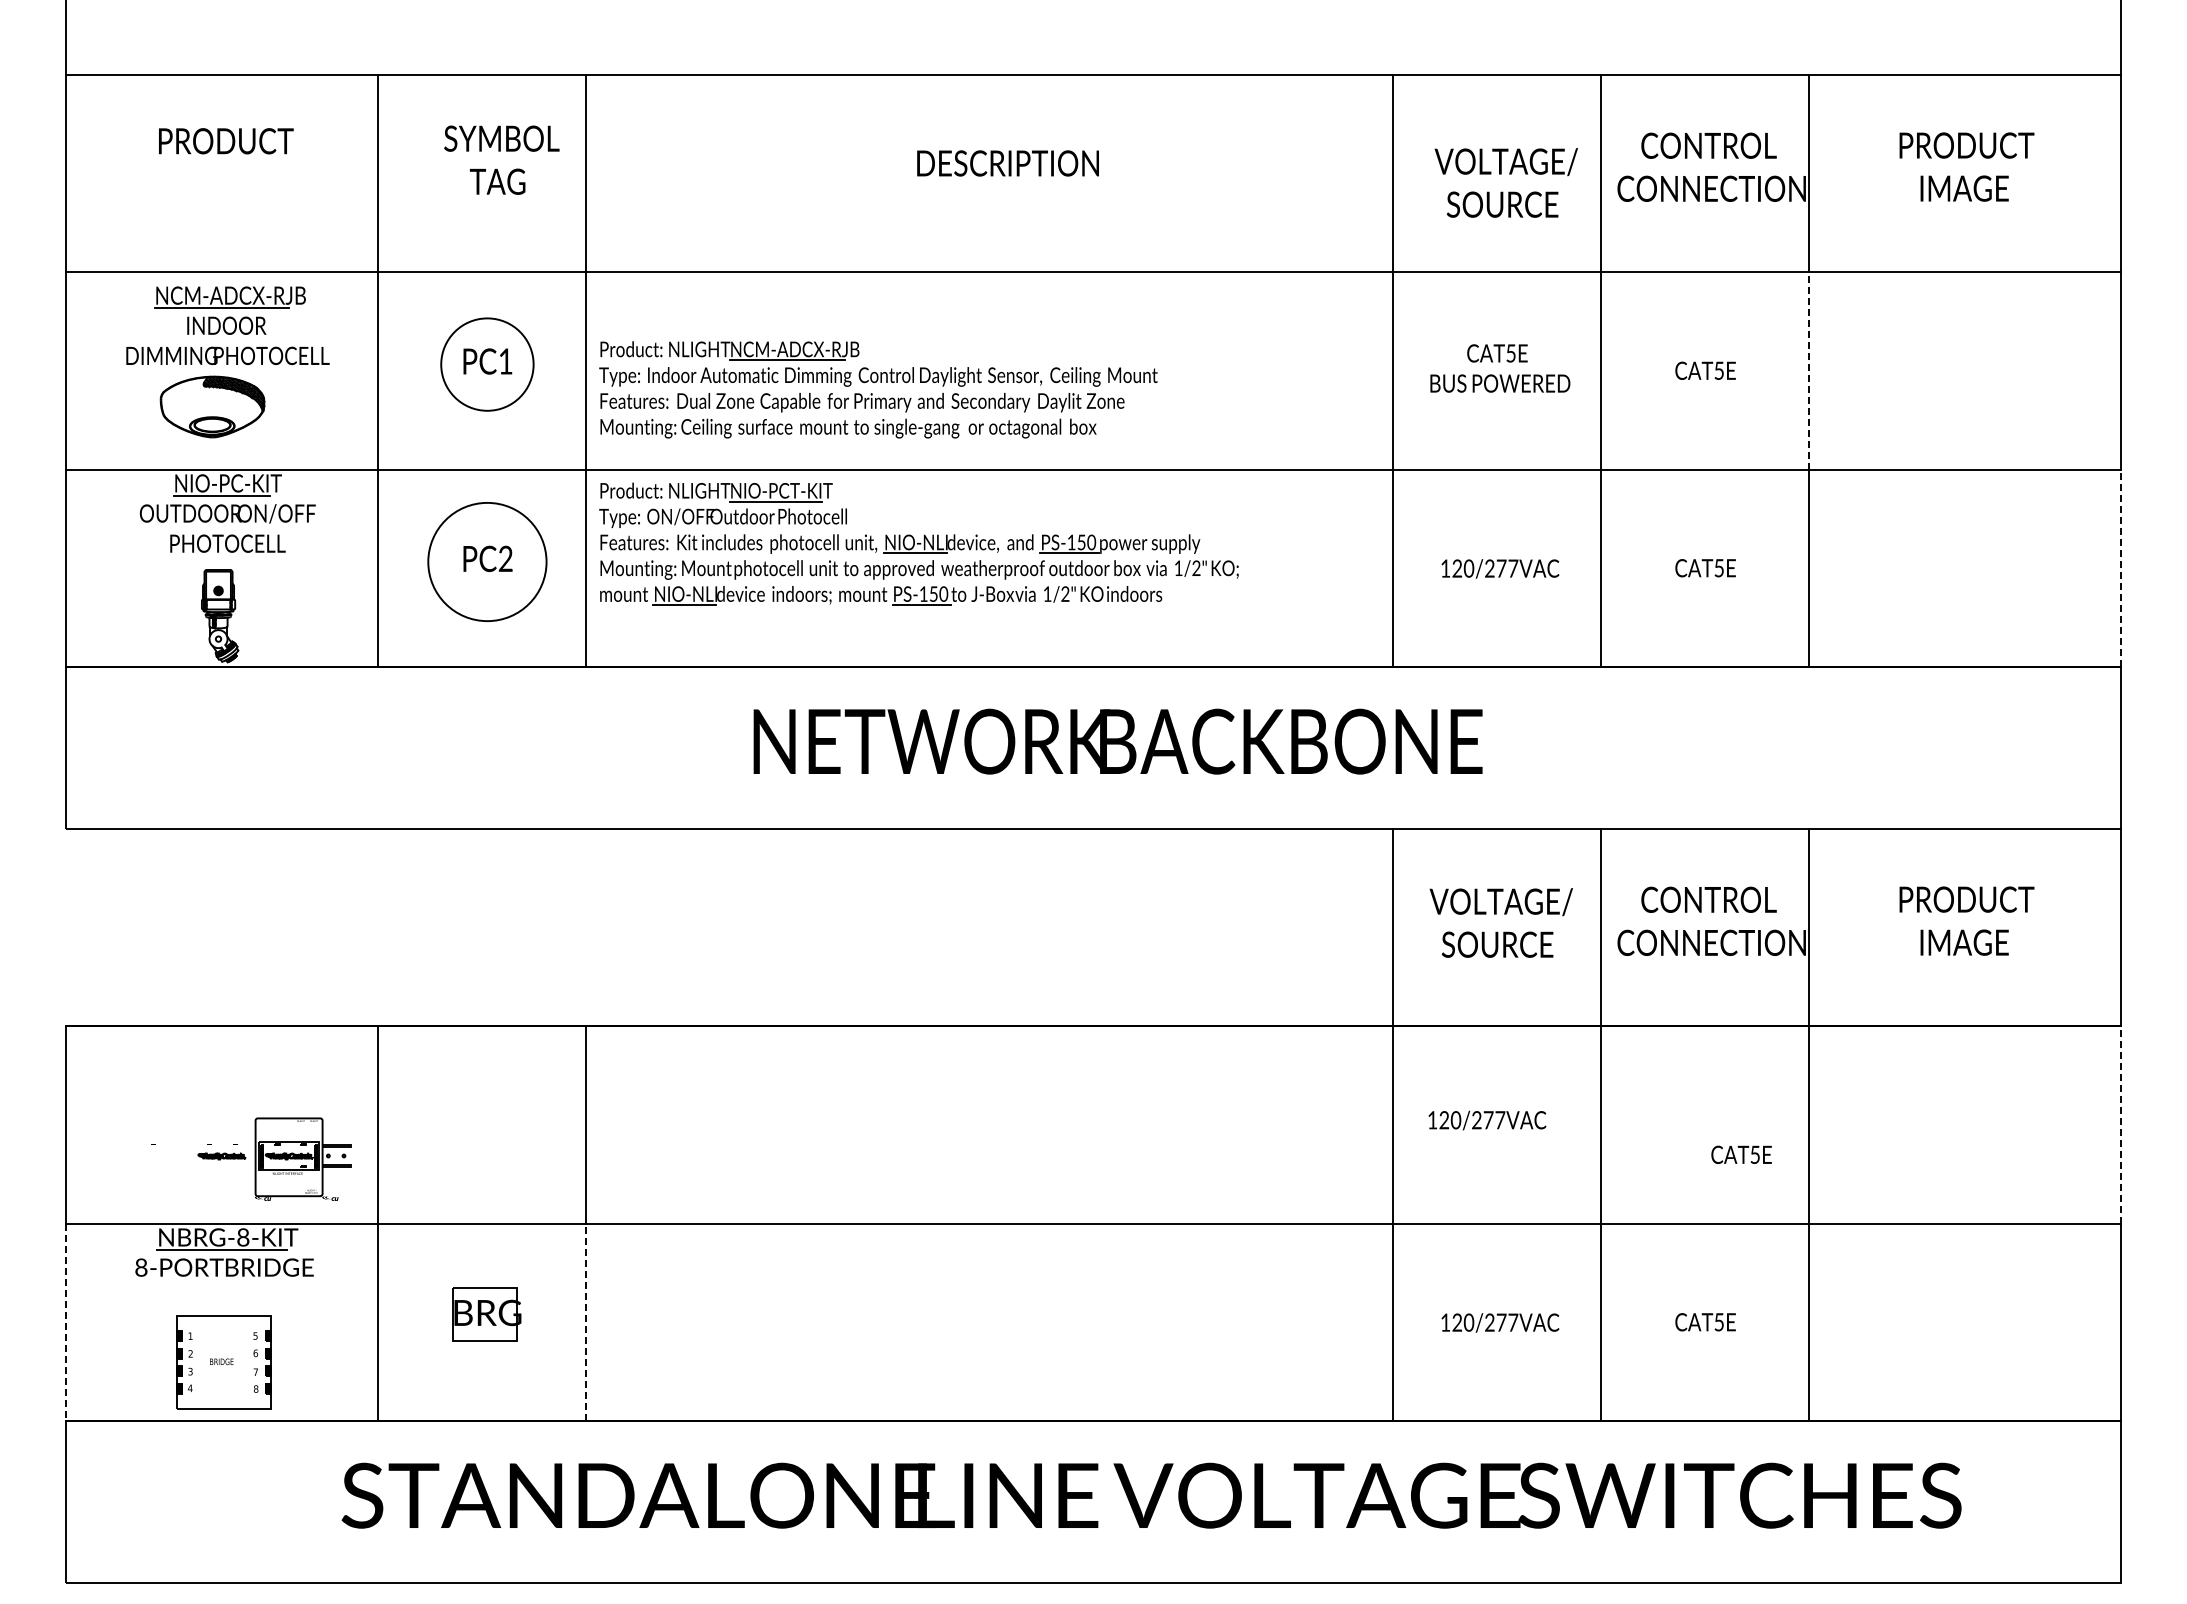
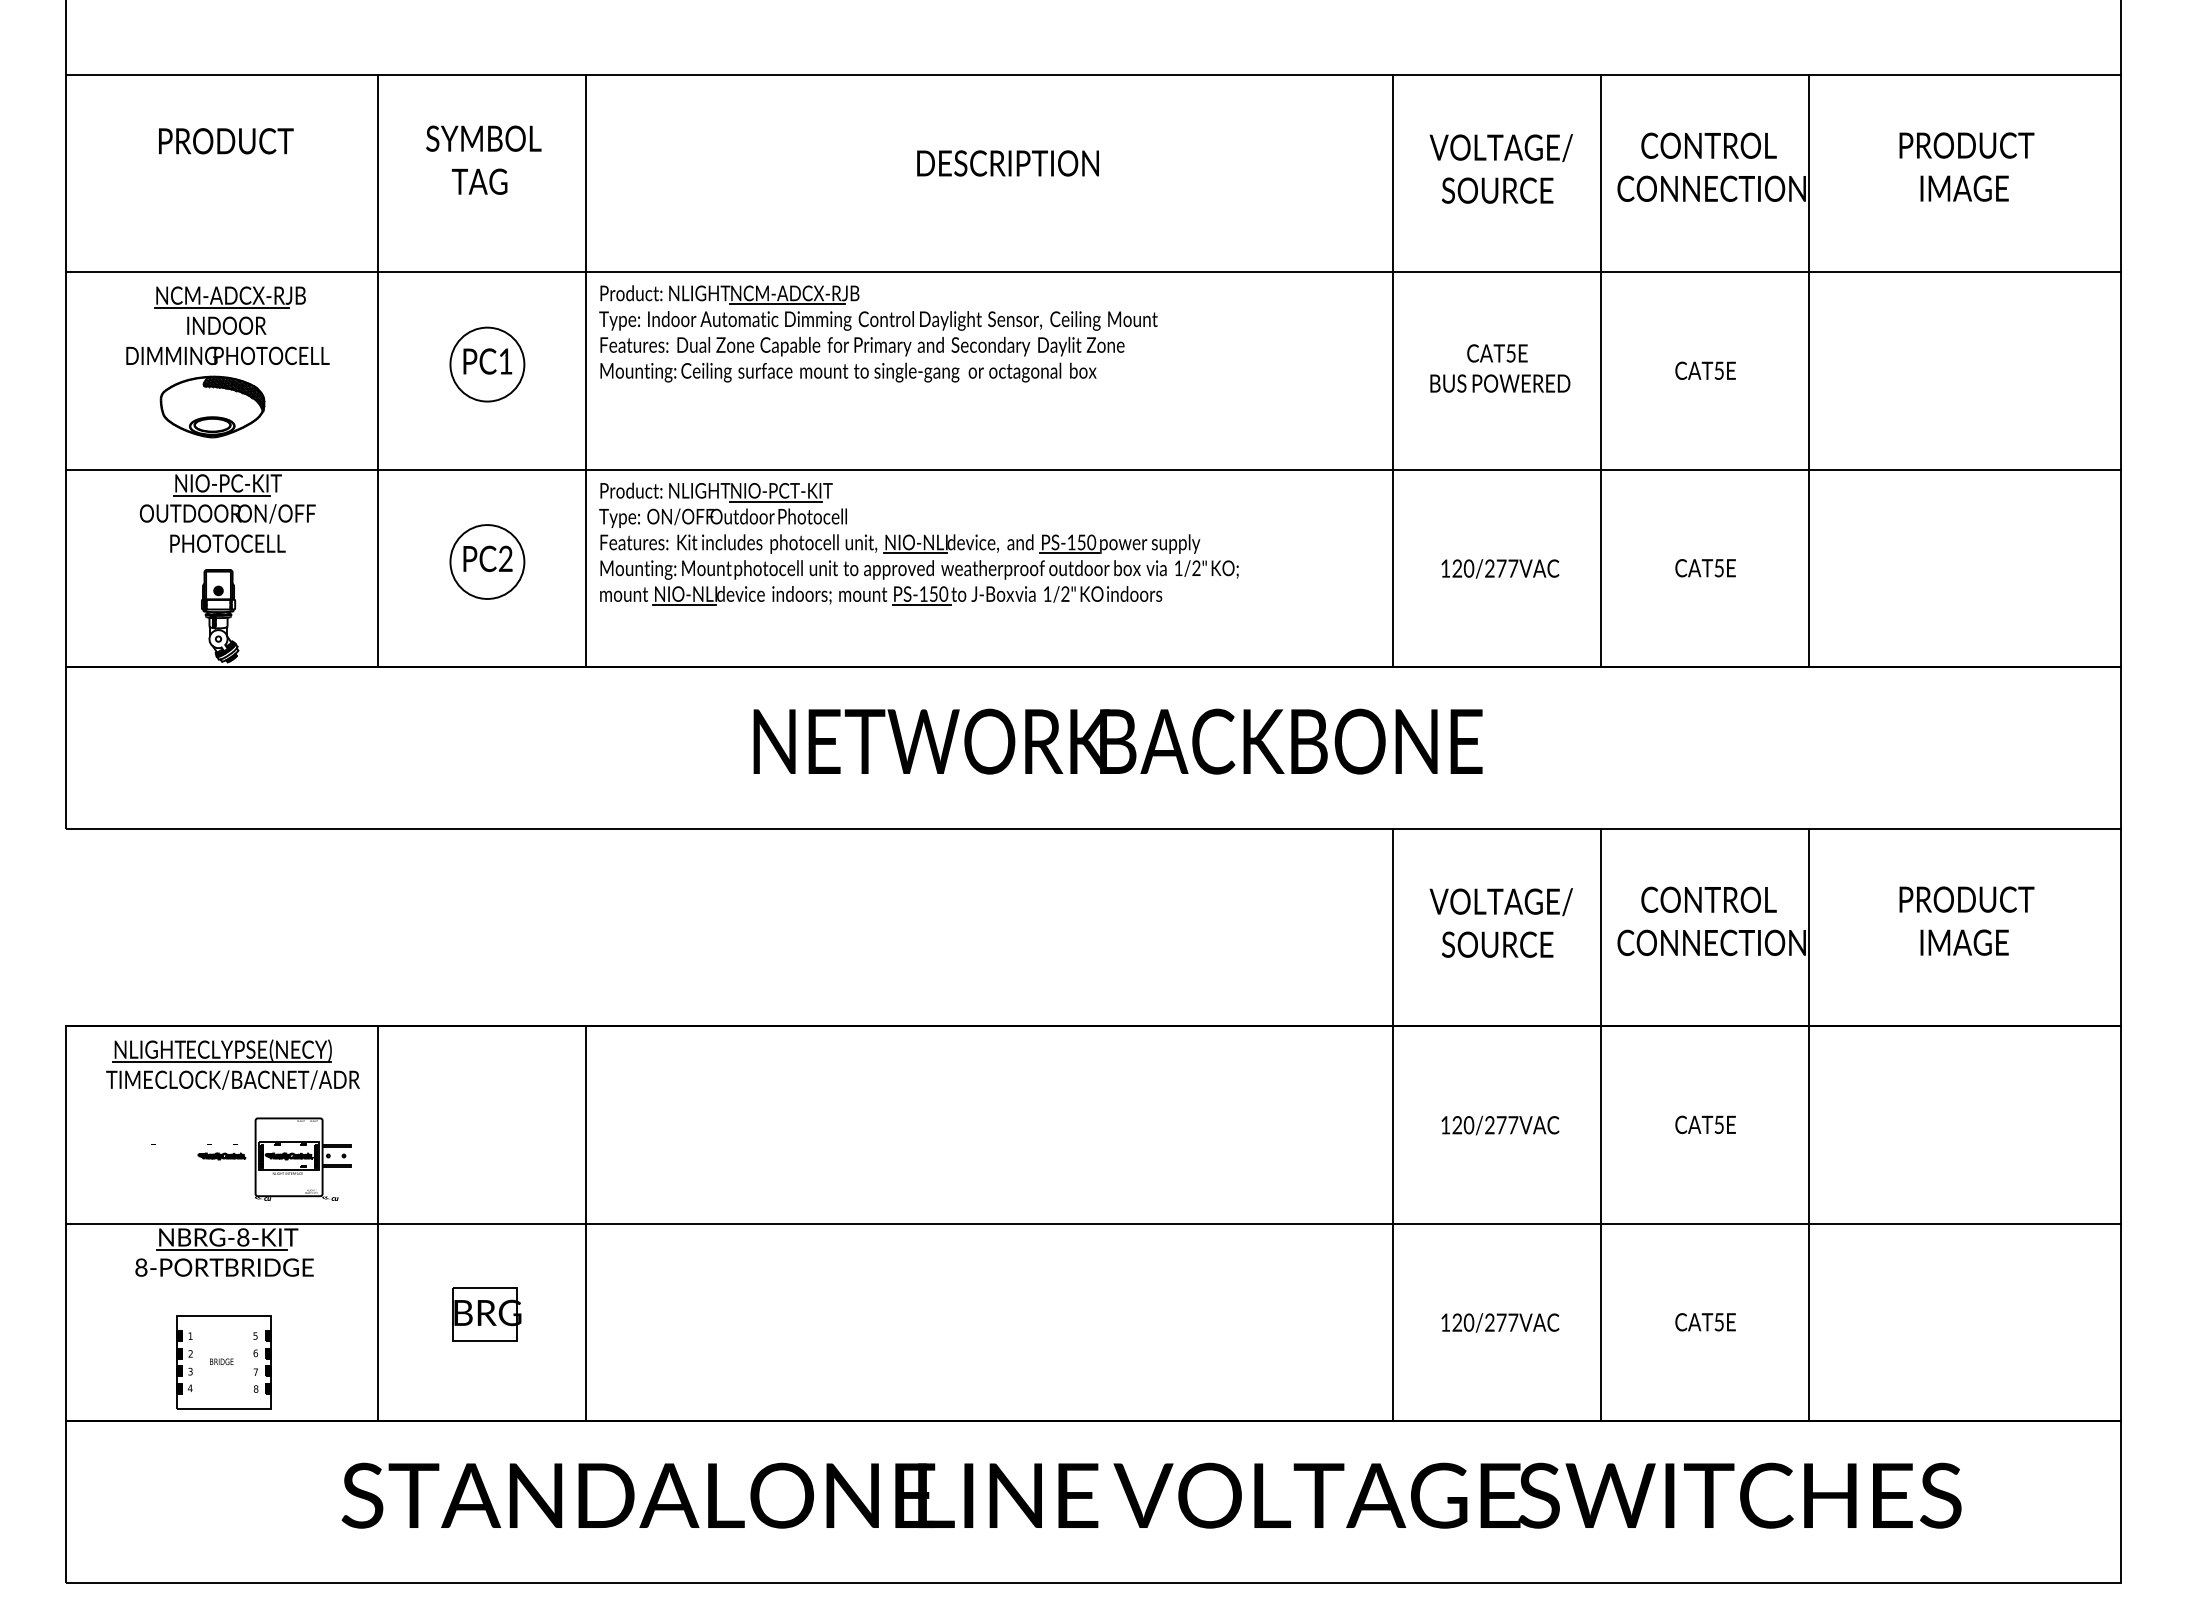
text at (501, 159) position: (501, 159) -> (483, 159)
text at (1505, 182) position: (1505, 182) -> (1500, 168)
circle at (487, 364) diameter: 92 px -> 74 px
line at (1809, 370): dashed -> solid
part at (872, 393) position: (872, 393) -> (872, 337)
circle at (487, 561) diameter: 118 px -> 74 px
line at (2121, 568): dashed -> solid
part at (232, 1064): none -> present
text at (1487, 1120) position: (1487, 1120) -> (1500, 1125)
line at (2121, 1124): dashed -> solid
text at (1741, 1154) position: (1741, 1154) -> (1705, 1124)
line at (65, 1322): dashed -> solid
line at (585, 1322): dashed -> solid
